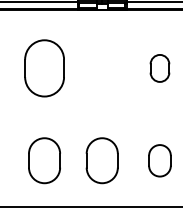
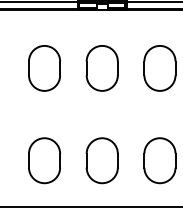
part at (44, 68) size: 41x59 px -> 33x47 px
part at (101, 68): none -> present
part at (159, 68) size: 22x29 px -> 34x47 px
part at (159, 160) size: 24x34 px -> 34x48 px
